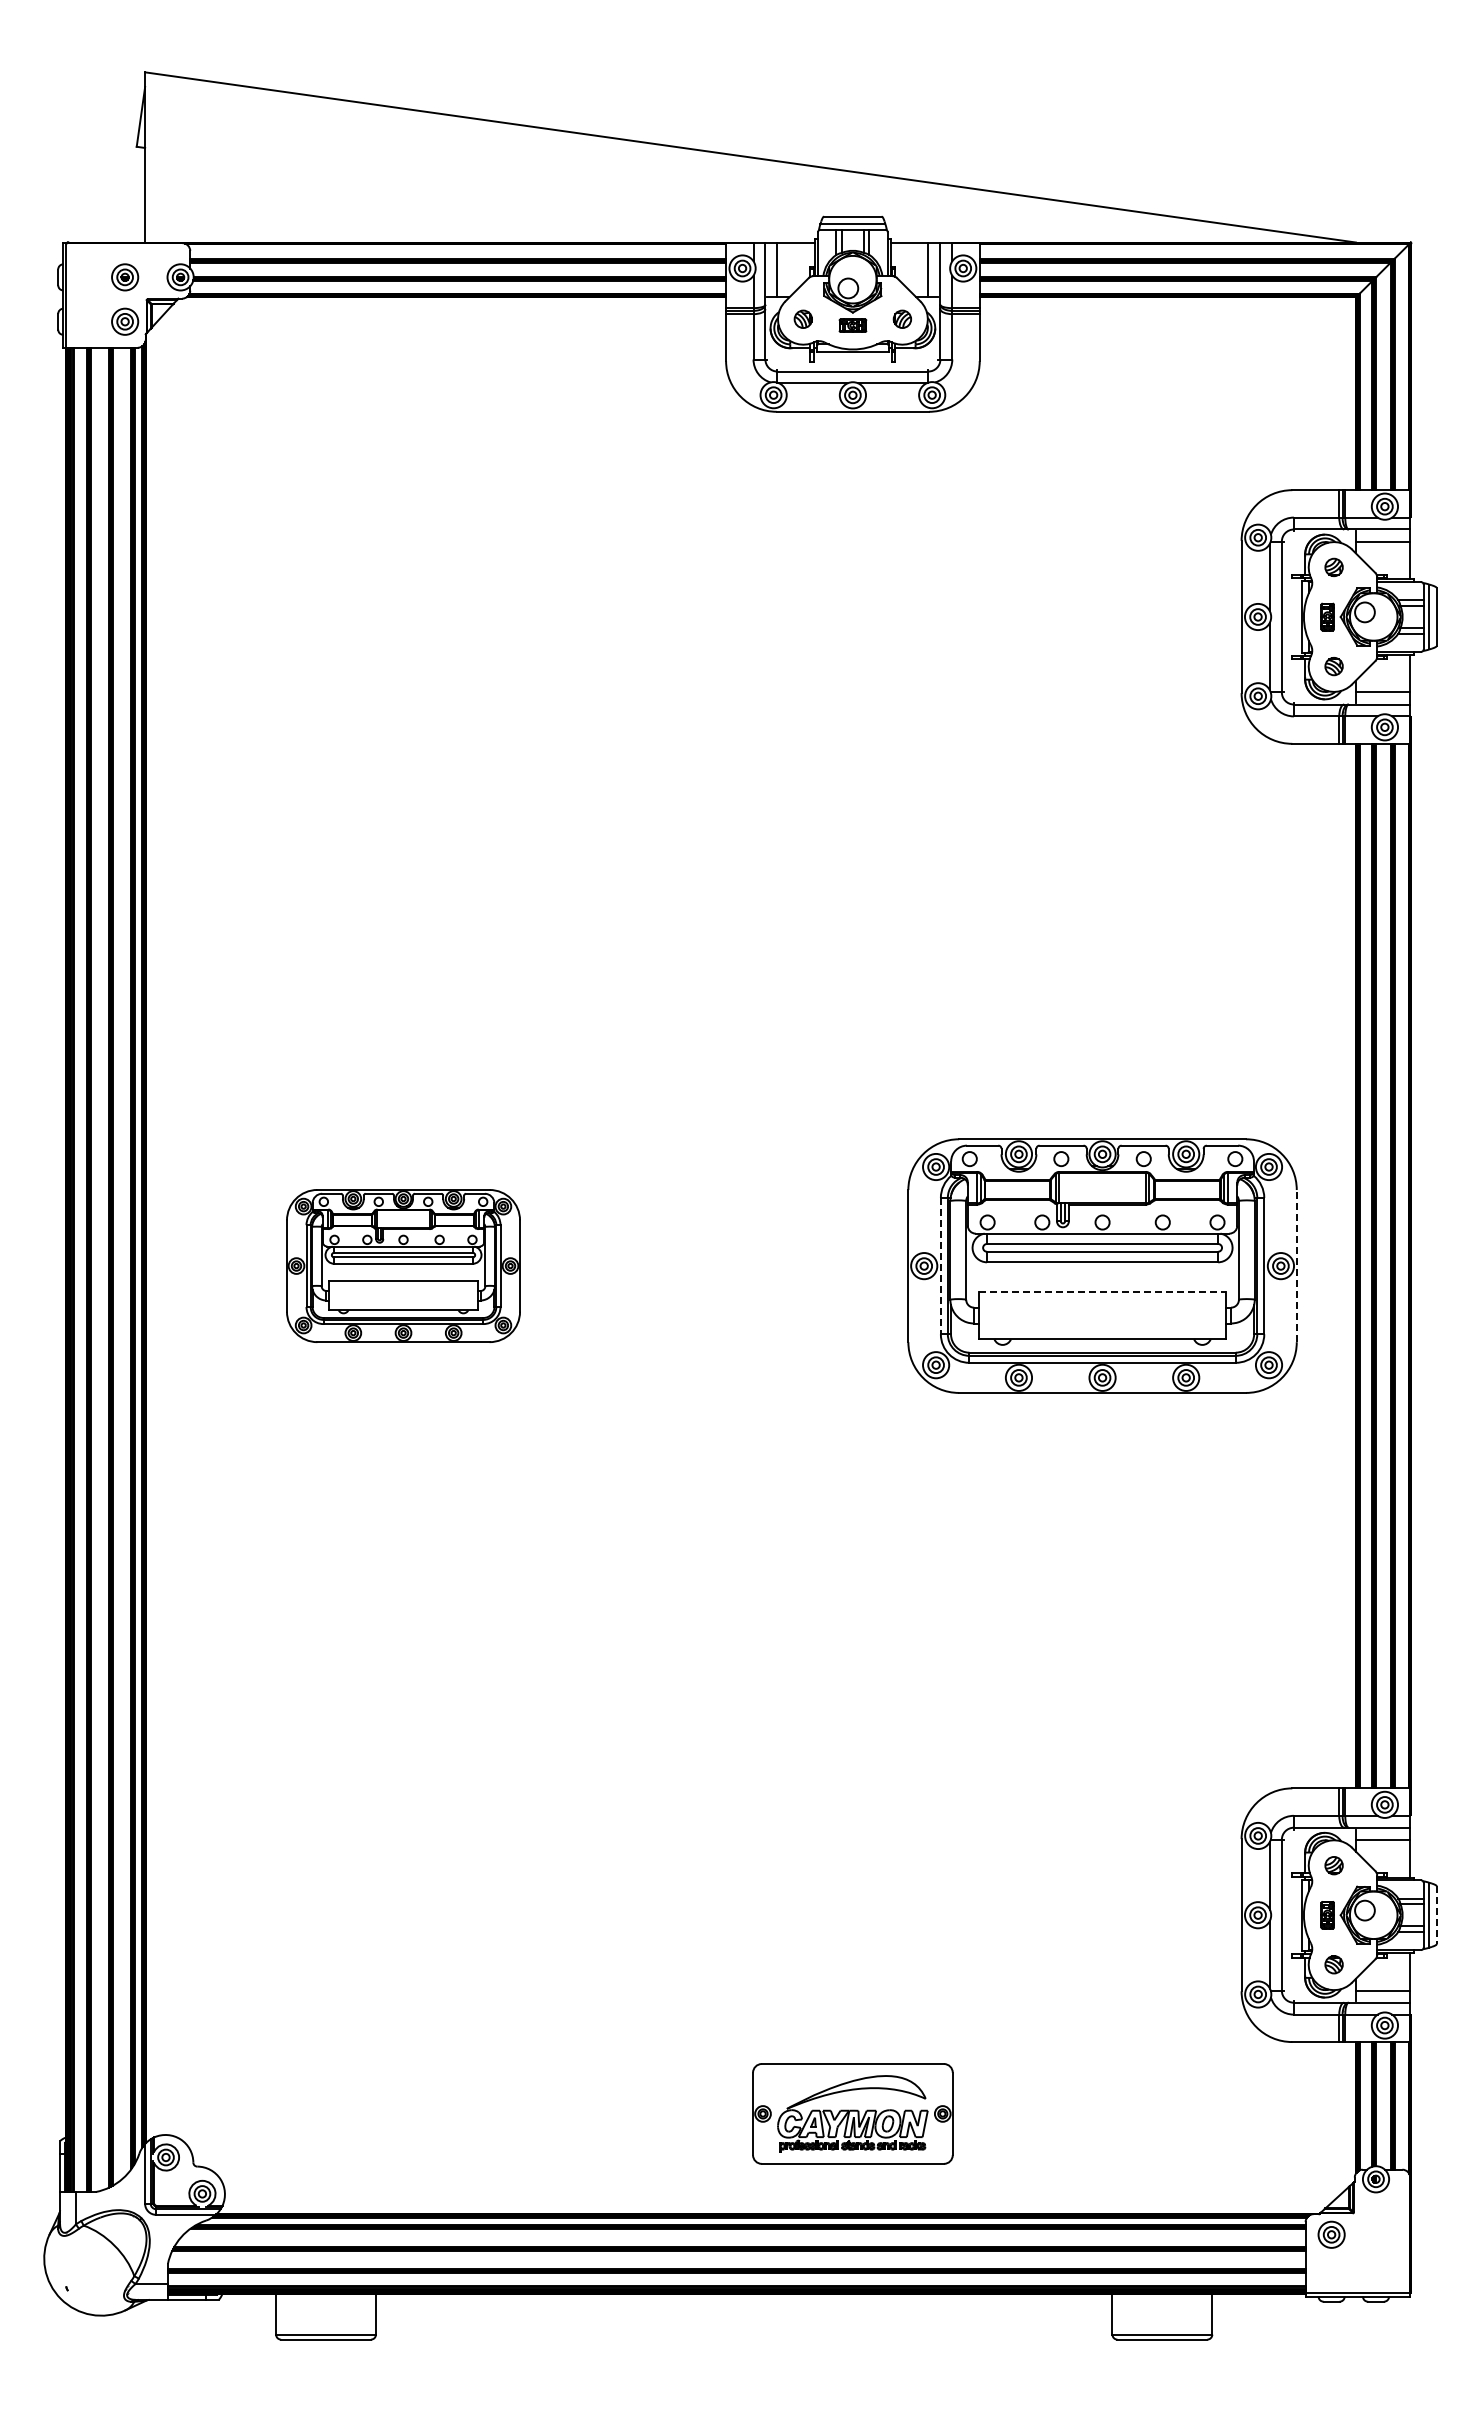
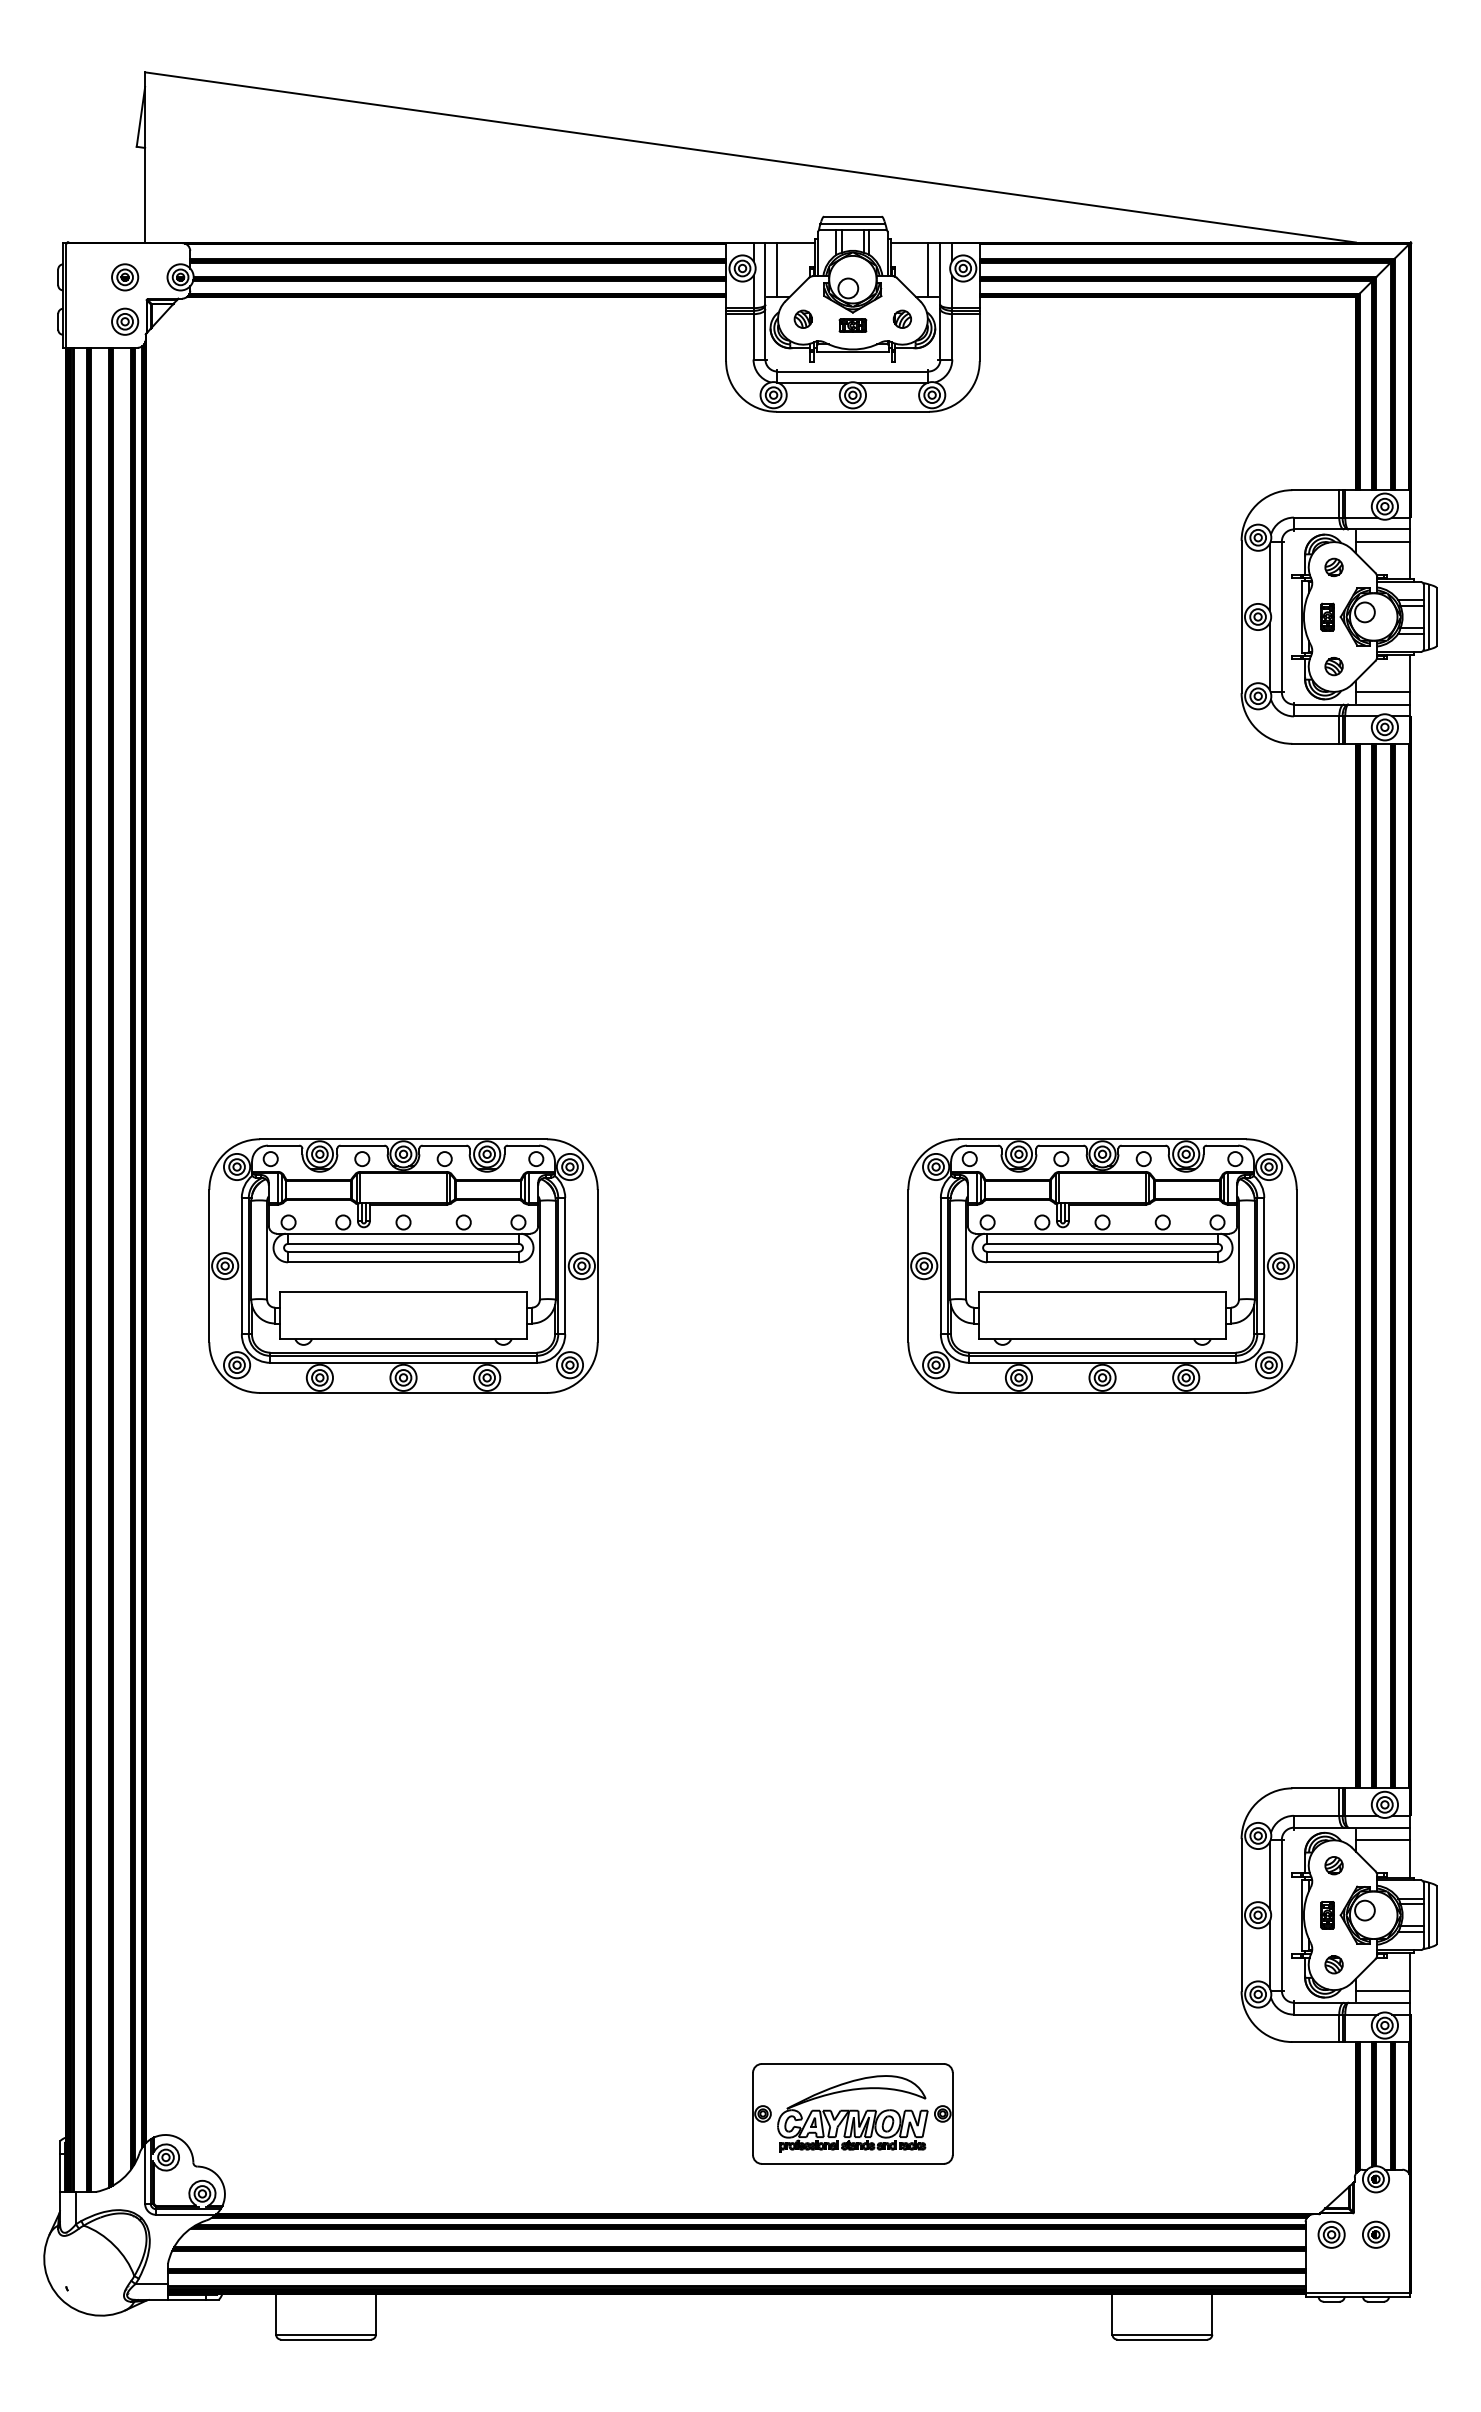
part at (403, 1265) size: 235x154 px -> 391x256 px
line at (1296, 1265): dashed -> solid
line at (940, 1266): dashed -> solid
line at (1102, 1291): dashed -> solid
line at (1436, 1915): dashed -> solid
part at (1375, 2234): none -> present
